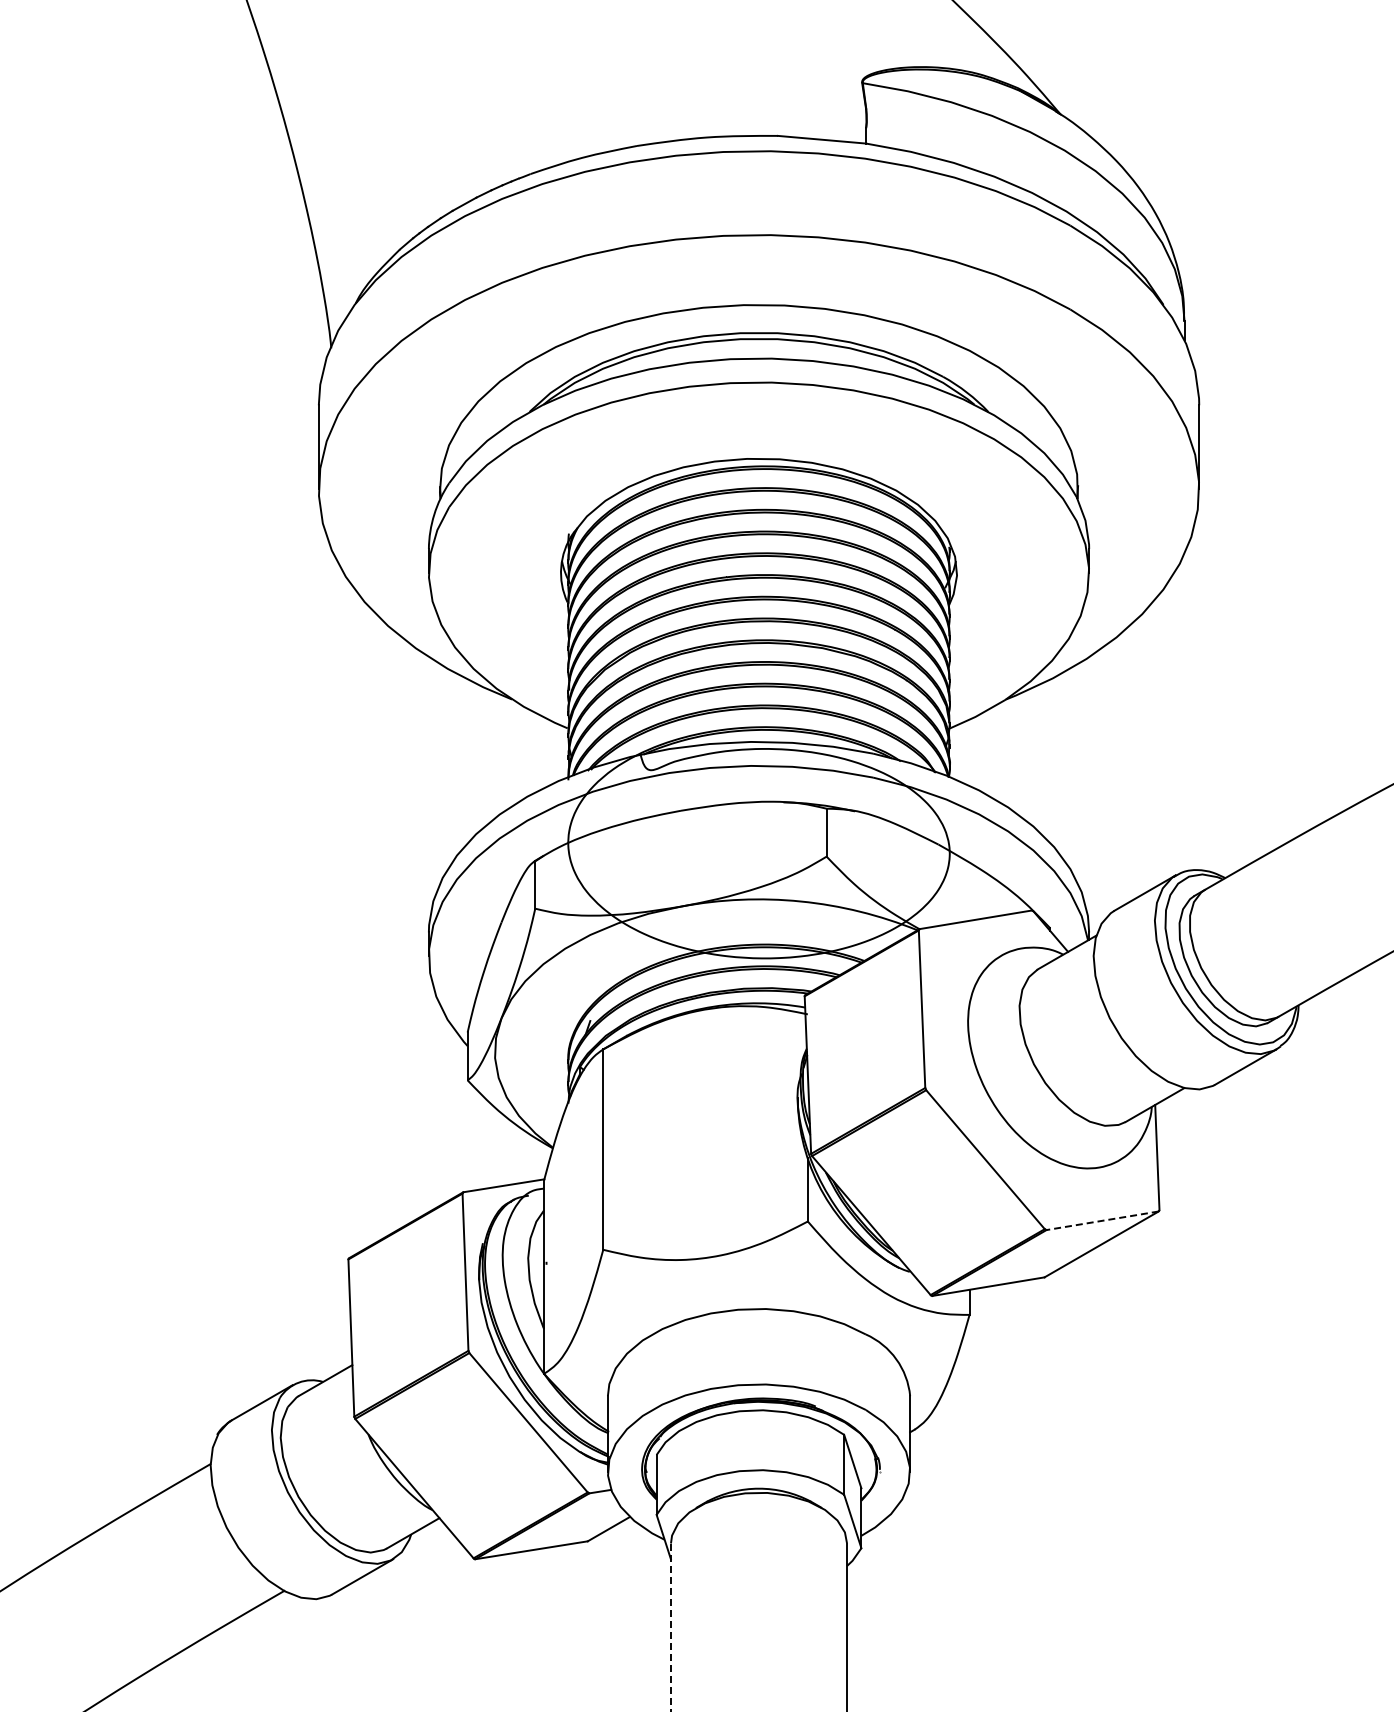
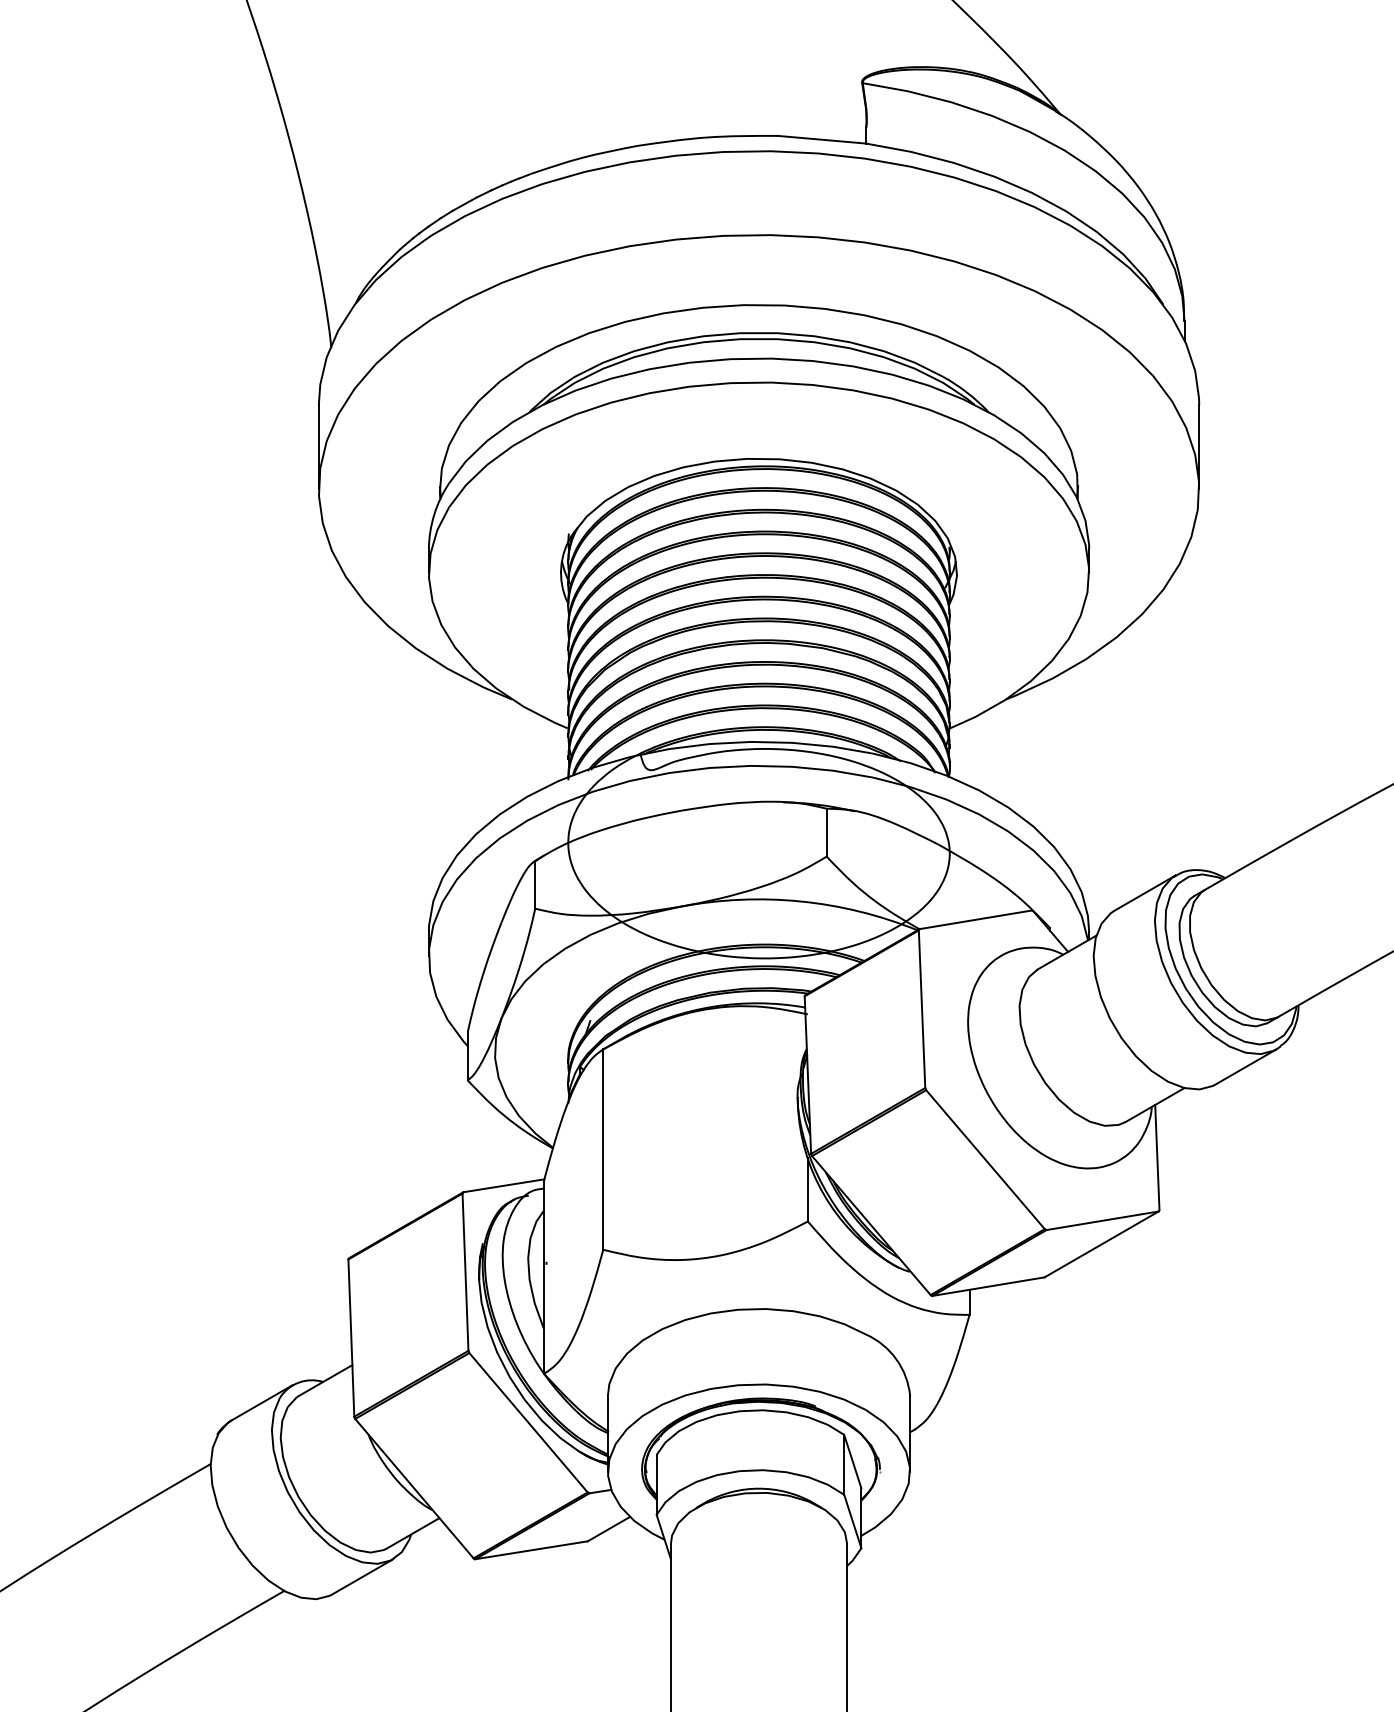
line at (1102, 1220): dashed -> solid
line at (670, 1627): dashed -> solid
